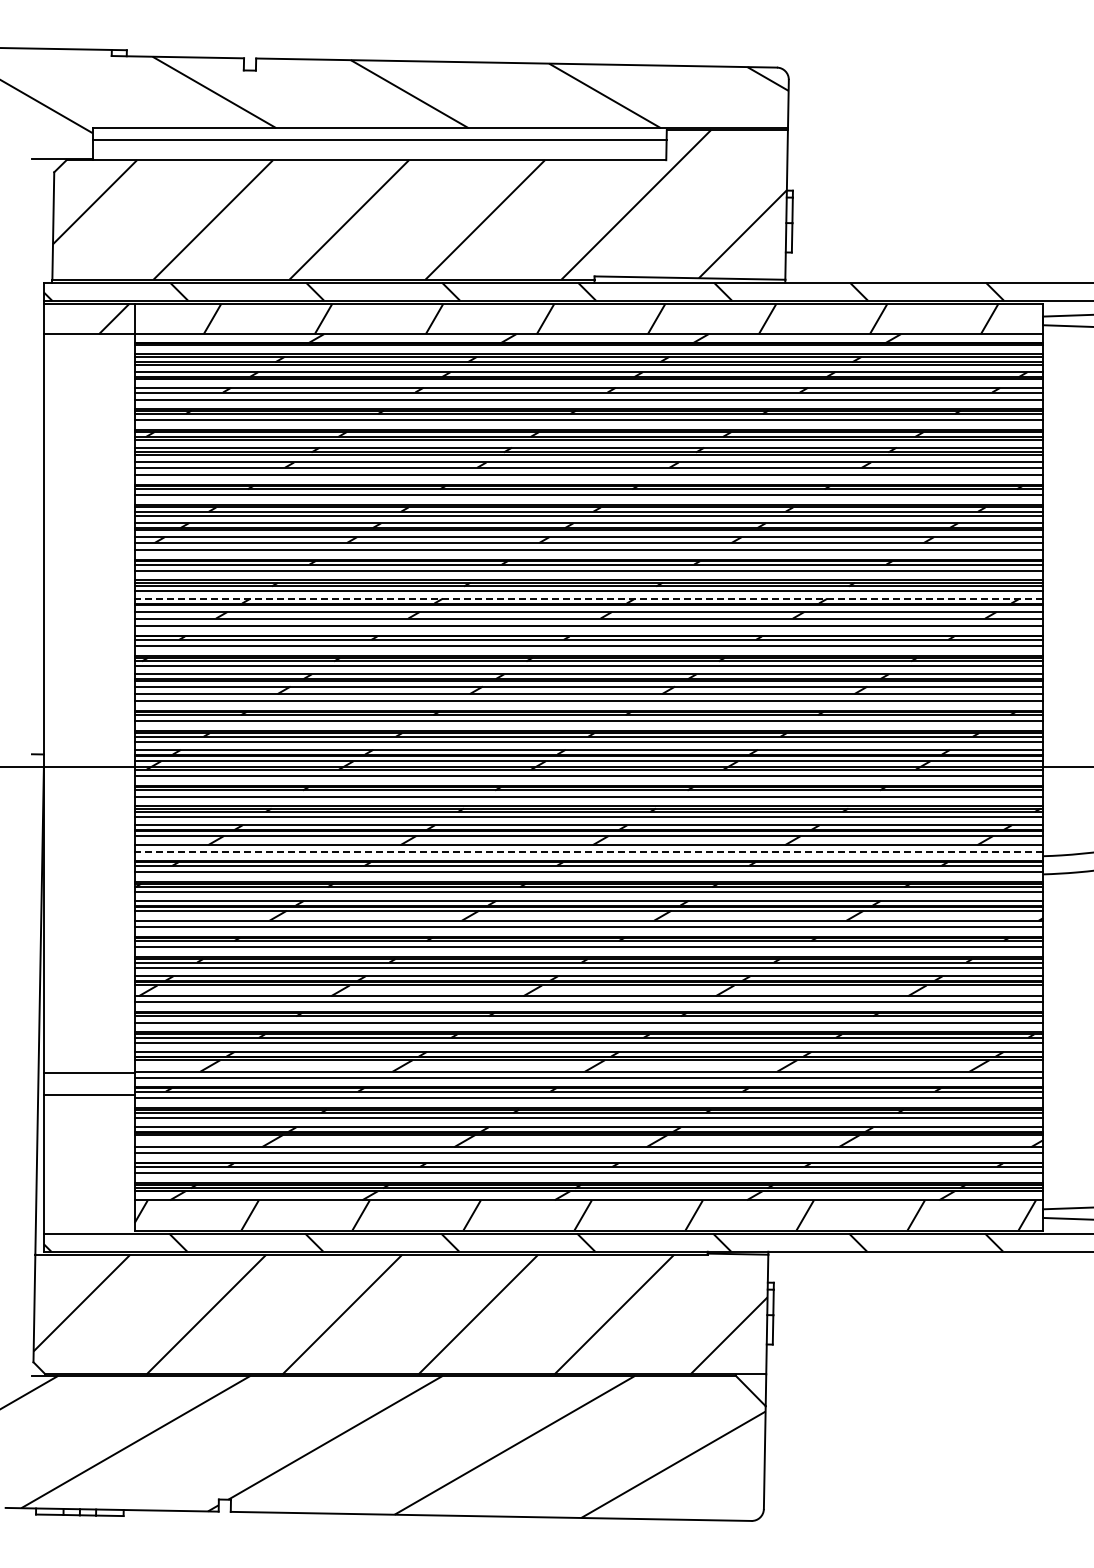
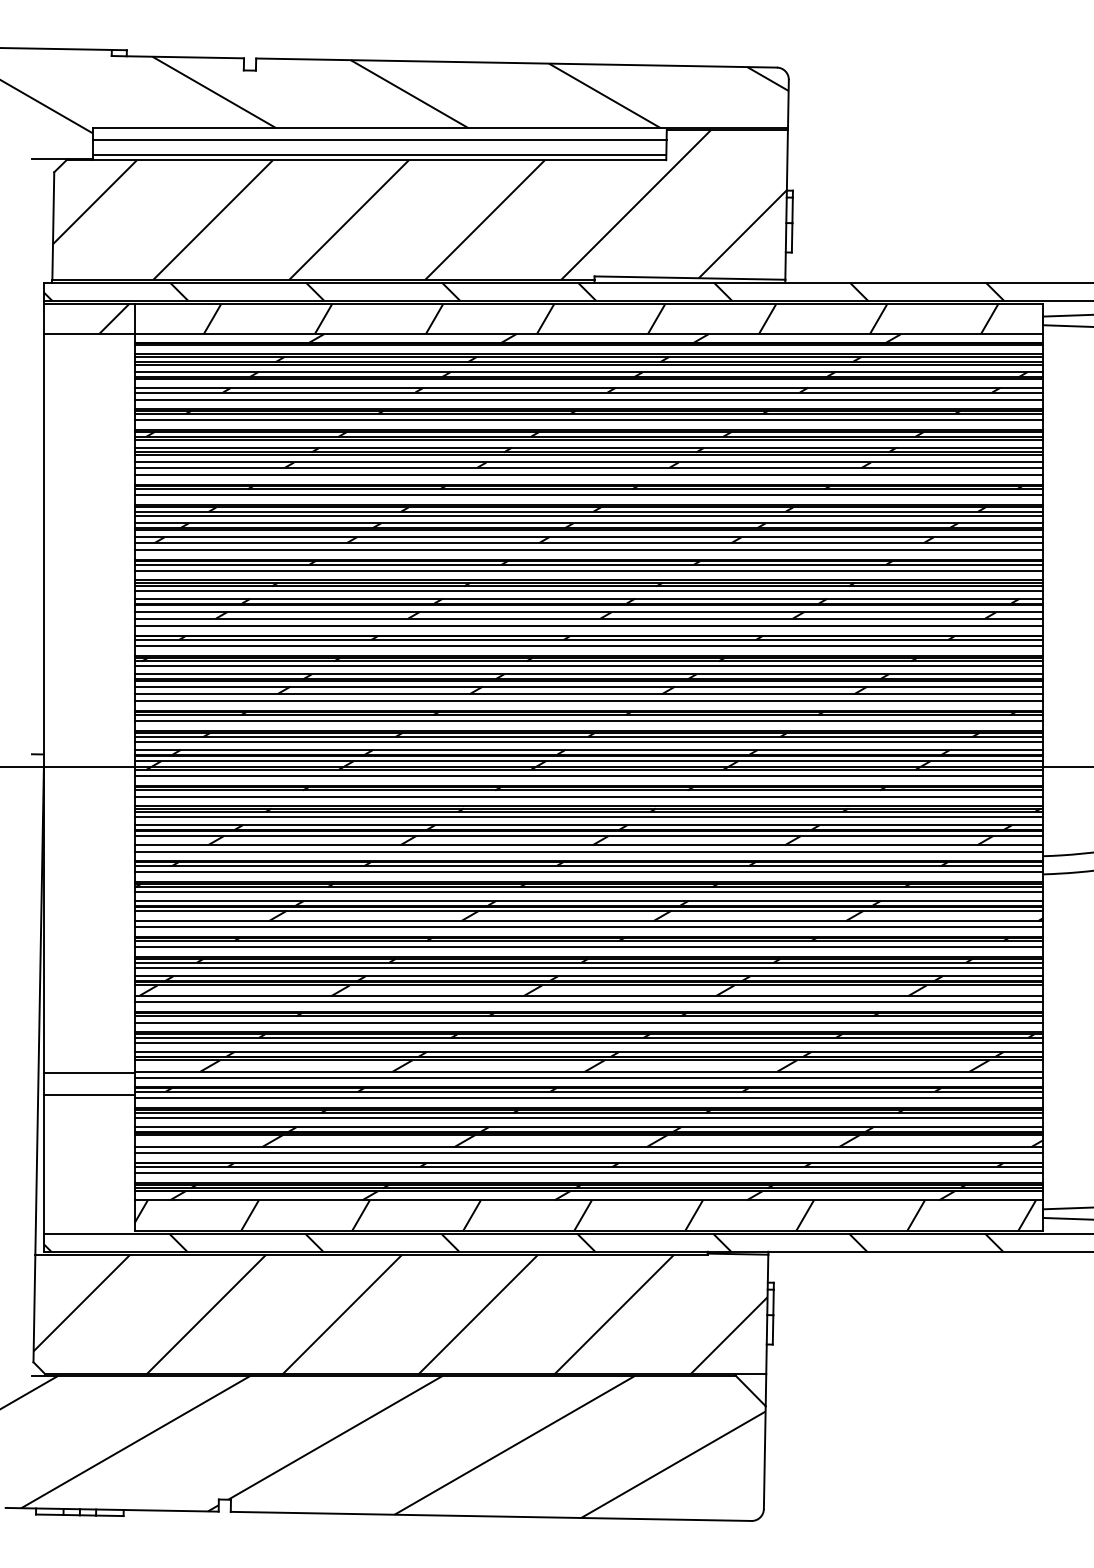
line at (379, 155): none -> present
line at (588, 598): dashed -> solid
line at (588, 851): dashed -> solid
